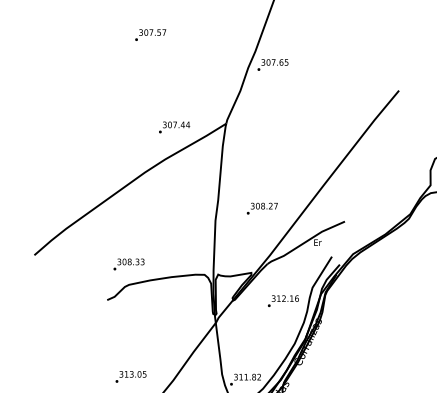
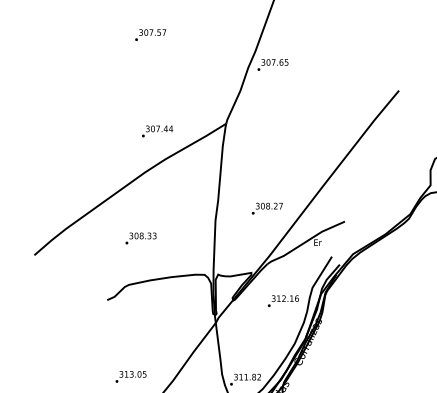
text at (174, 127) position: (174, 127) -> (157, 131)
text at (261, 208) position: (261, 208) -> (266, 208)
text at (128, 264) position: (128, 264) -> (140, 238)
